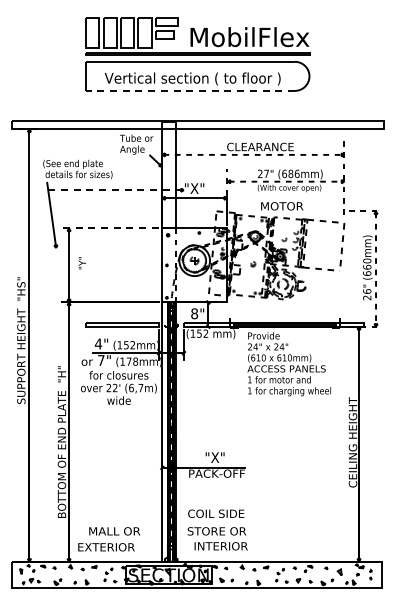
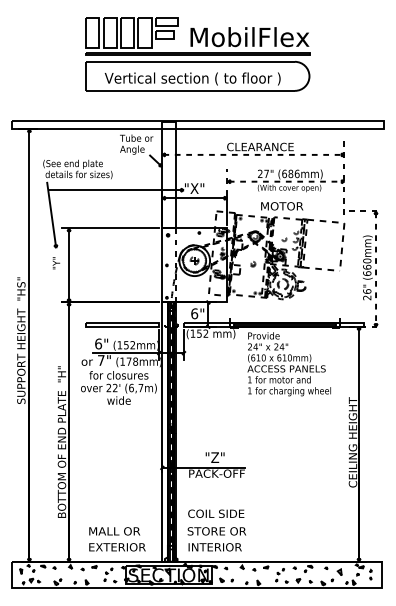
line at (190, 90): dashed -> solid
line at (116, 190): dashed -> solid
line at (109, 228): dashed -> solid
text at (82, 263) position: (82, 263) -> (56, 263)
text at (194, 313): 8" -> 6"
text at (98, 343): 4" -> 6"
text at (214, 457): "X" -> "Z"
text at (220, 546) position: (220, 546) -> (214, 547)
text at (106, 547) position: (106, 547) -> (117, 547)
